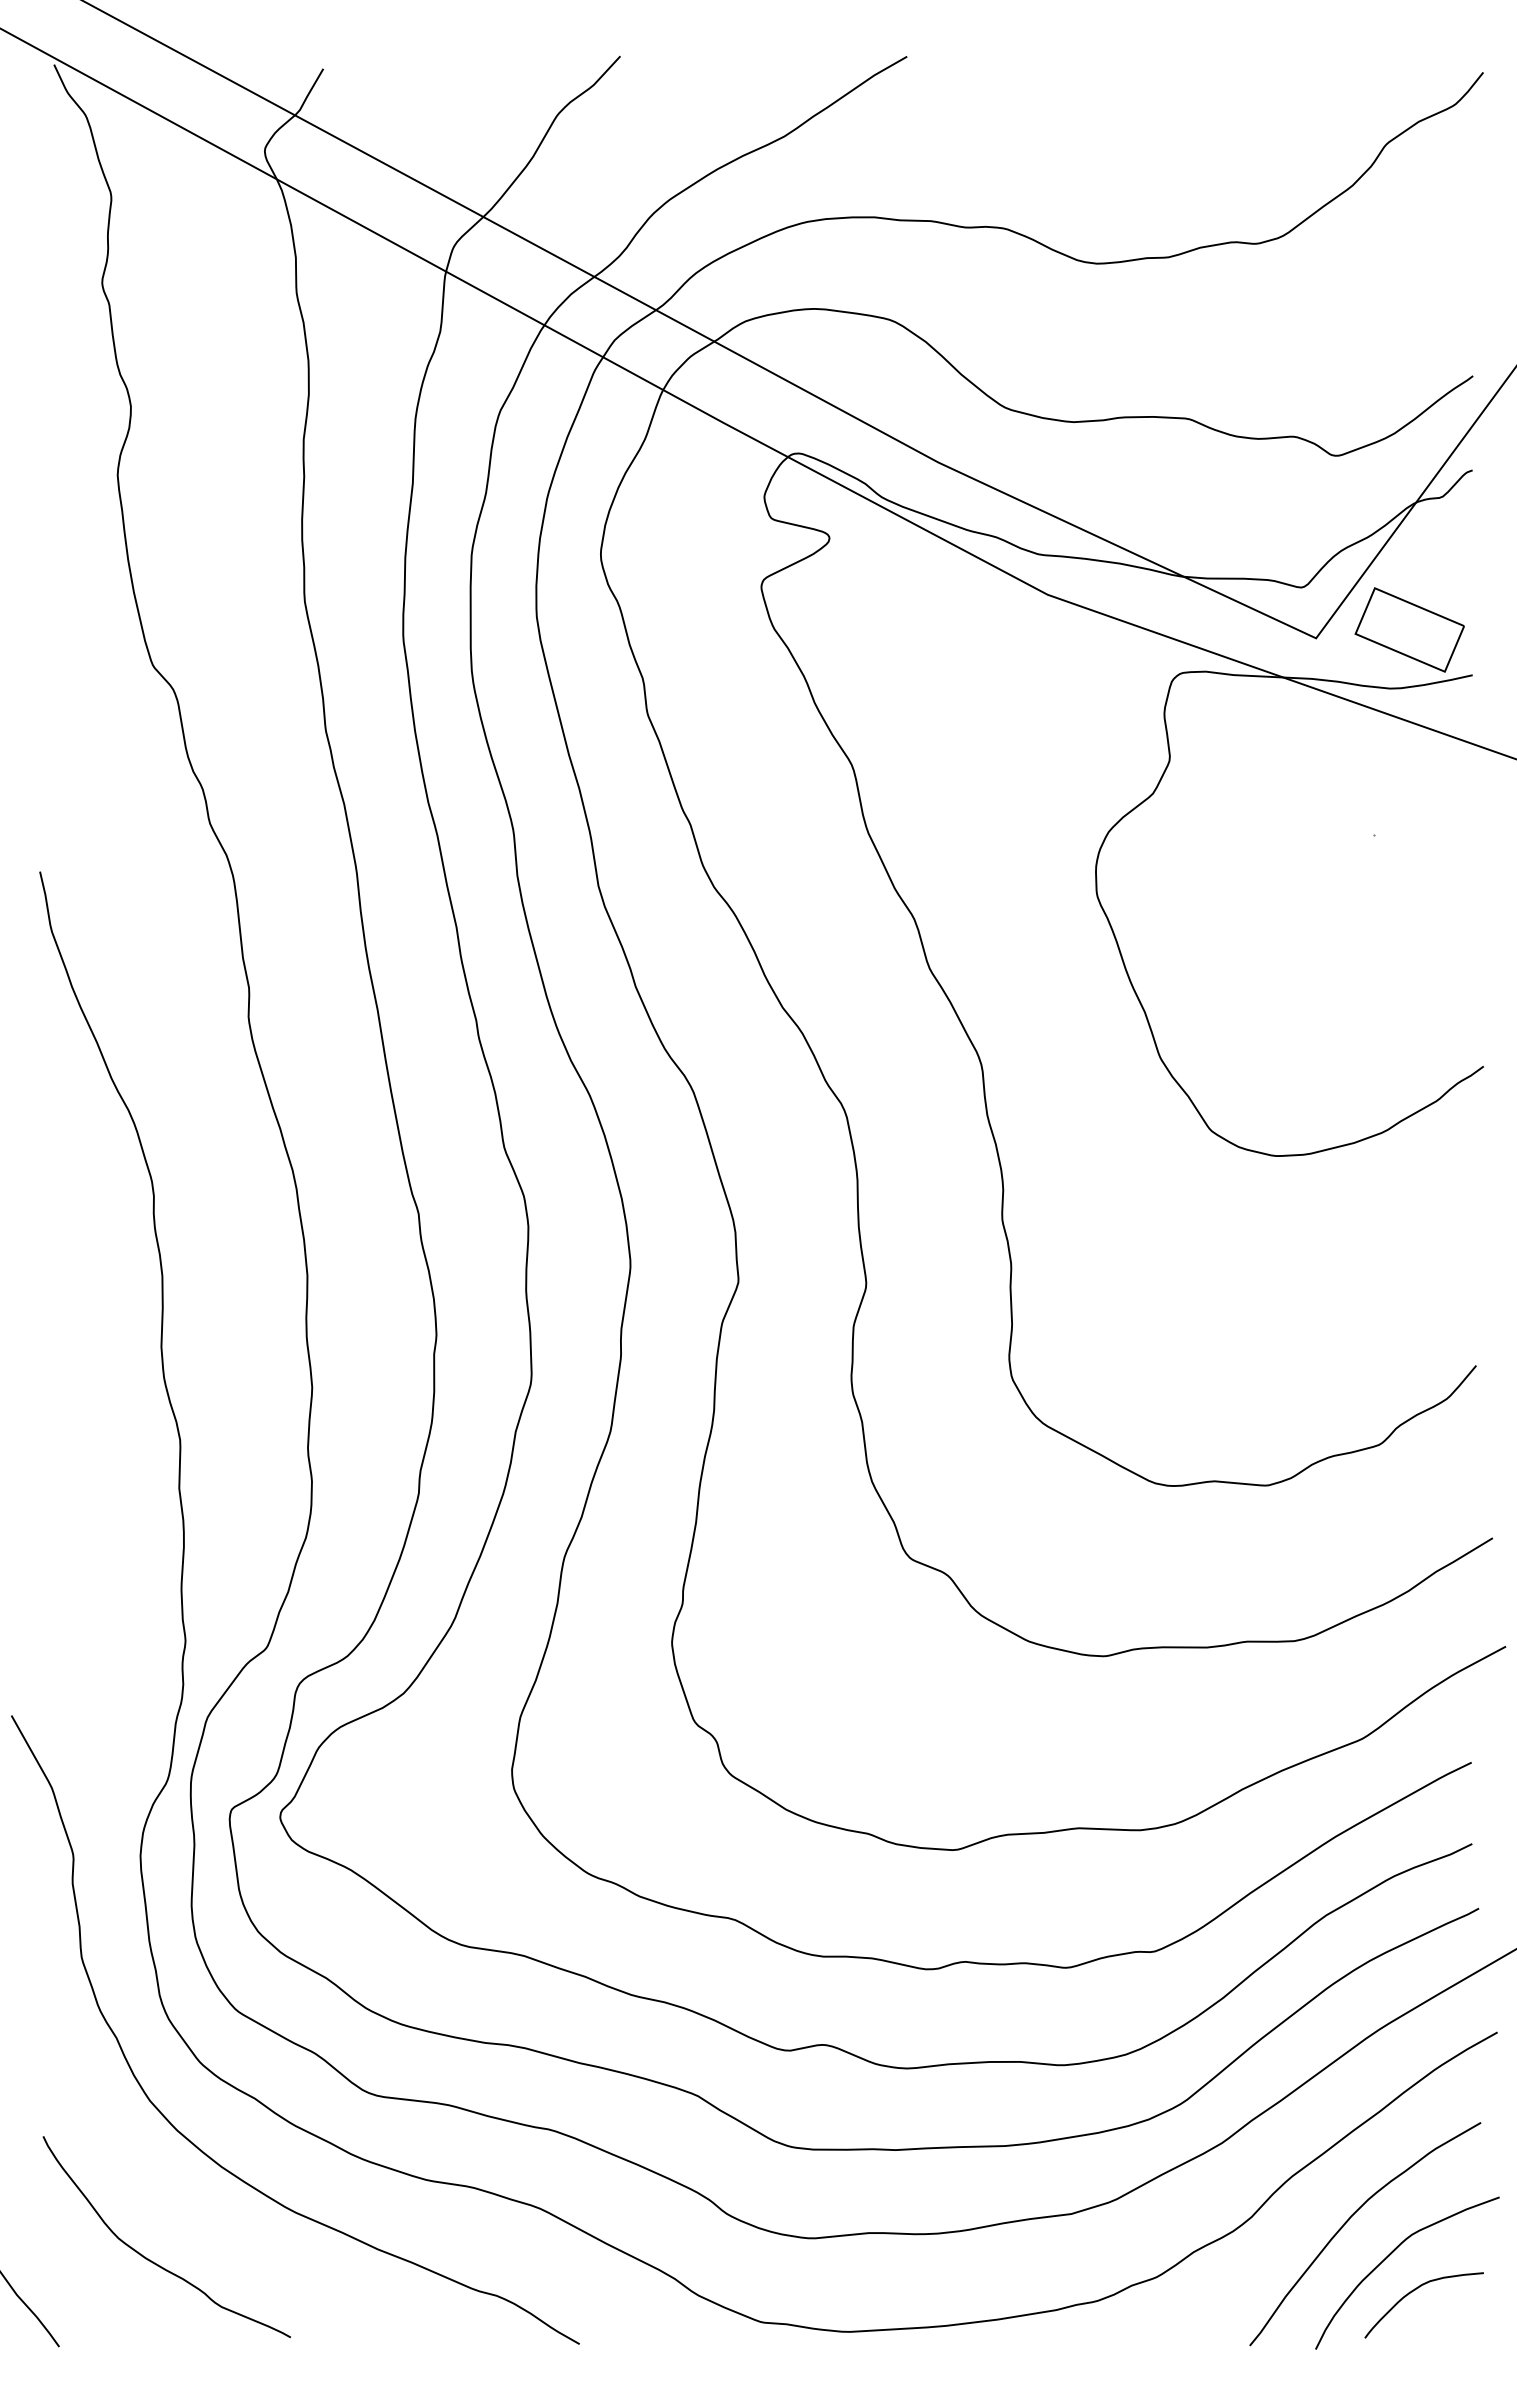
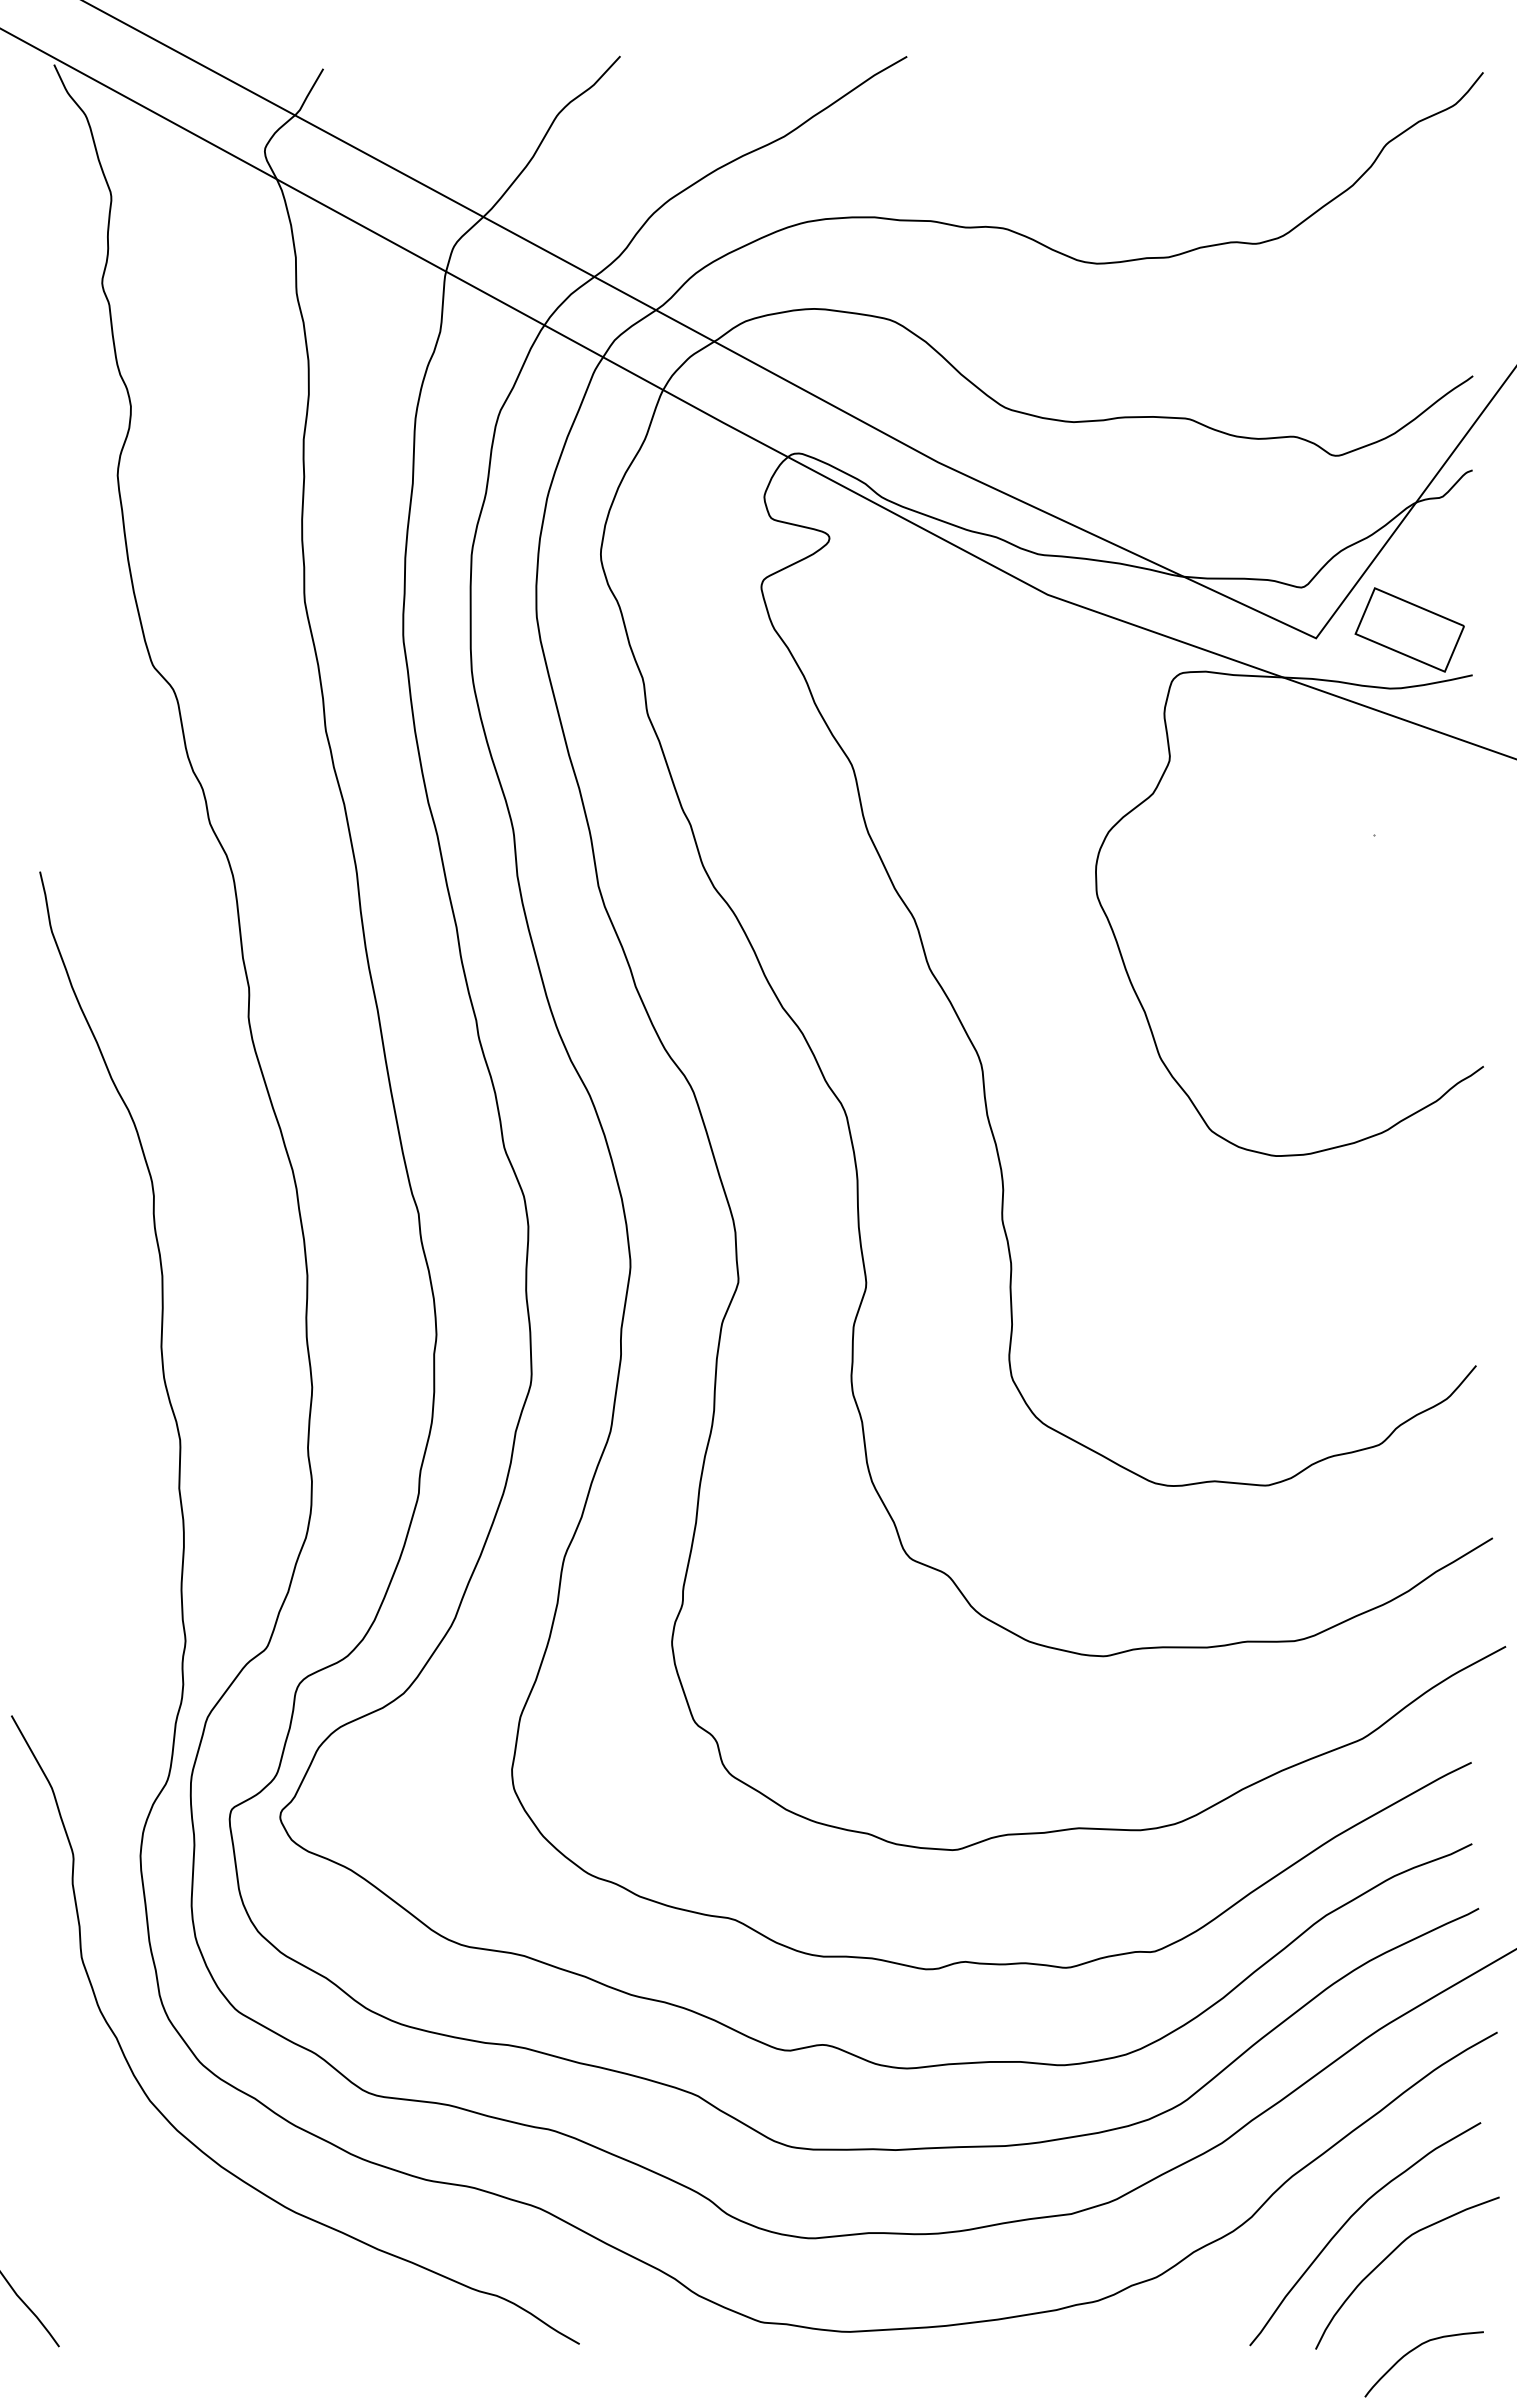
curve at (150, 2259): present -> none
curve at (1415, 2290) position: (1415, 2290) -> (1415, 2349)
